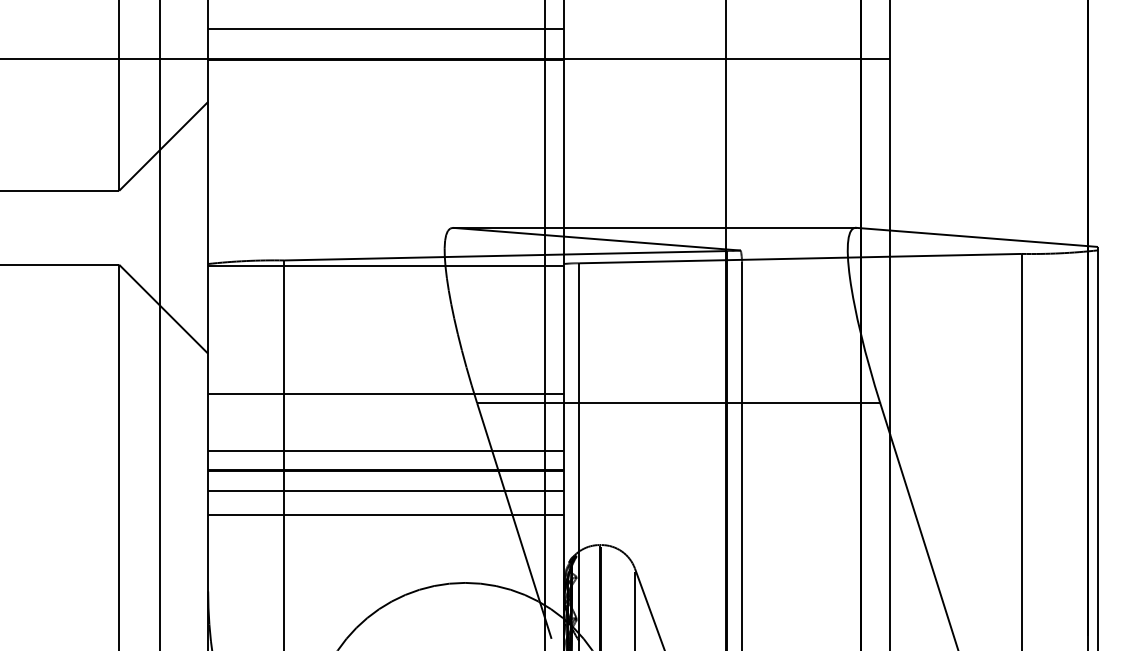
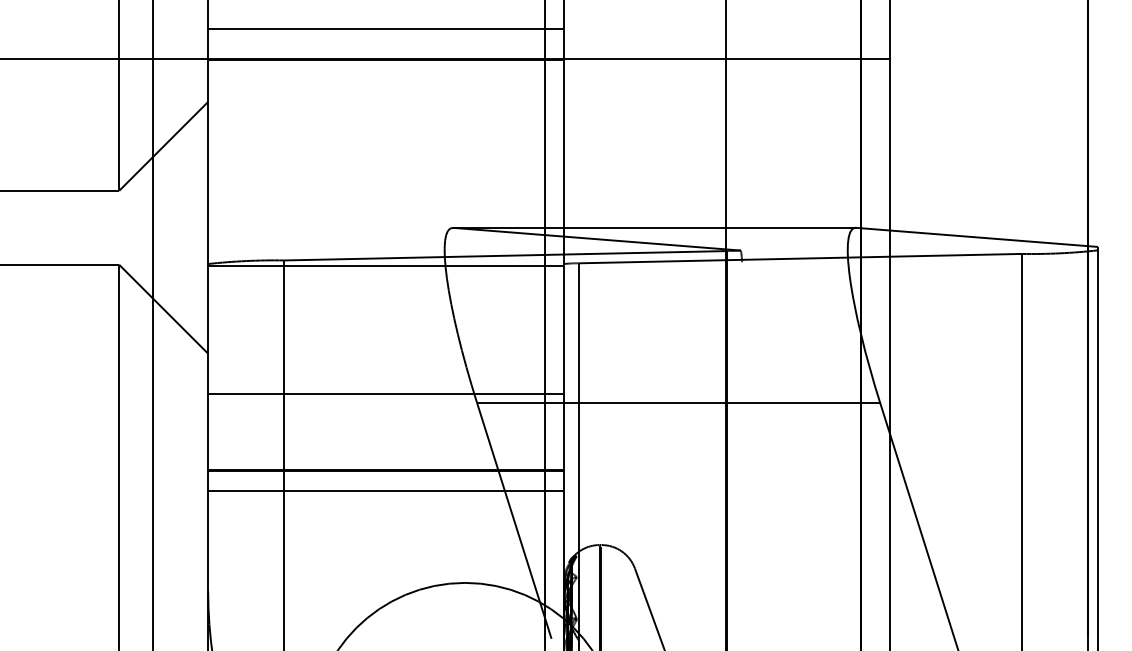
line at (160, 324) position: (160, 324) -> (153, 324)
line at (386, 450): present -> none
line at (742, 454): present -> none
line at (386, 515): present -> none
line at (634, 609): present -> none
